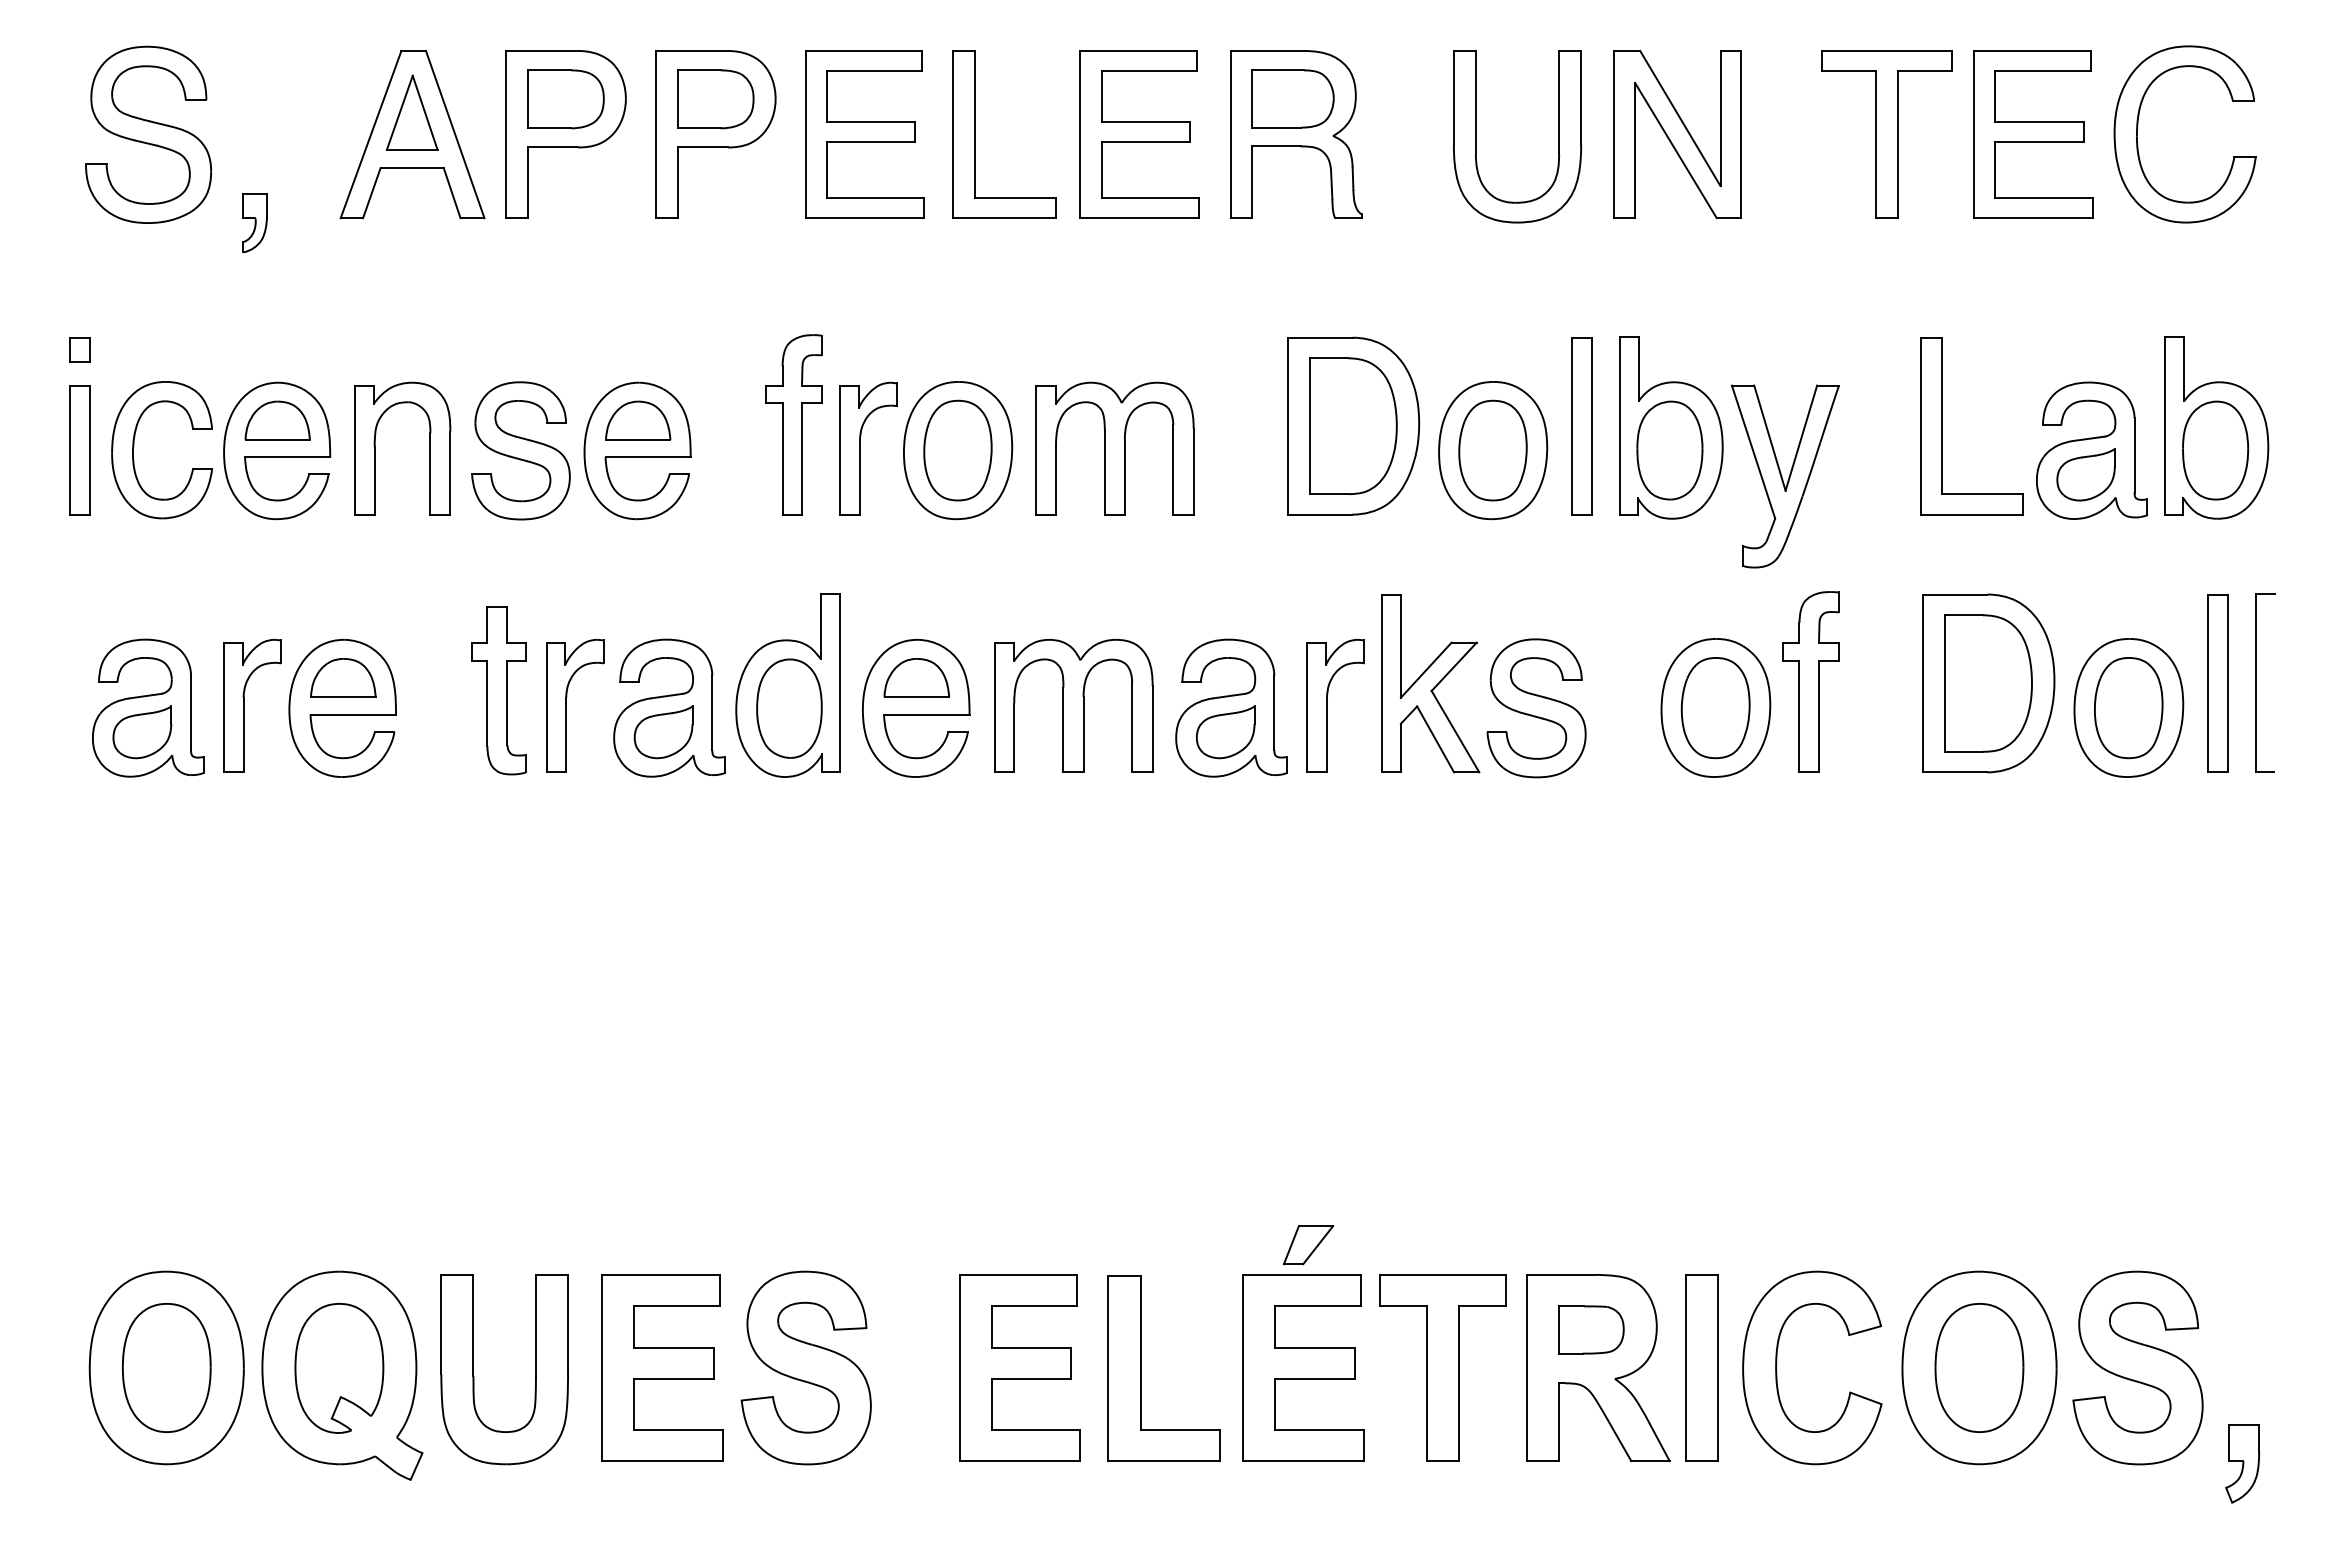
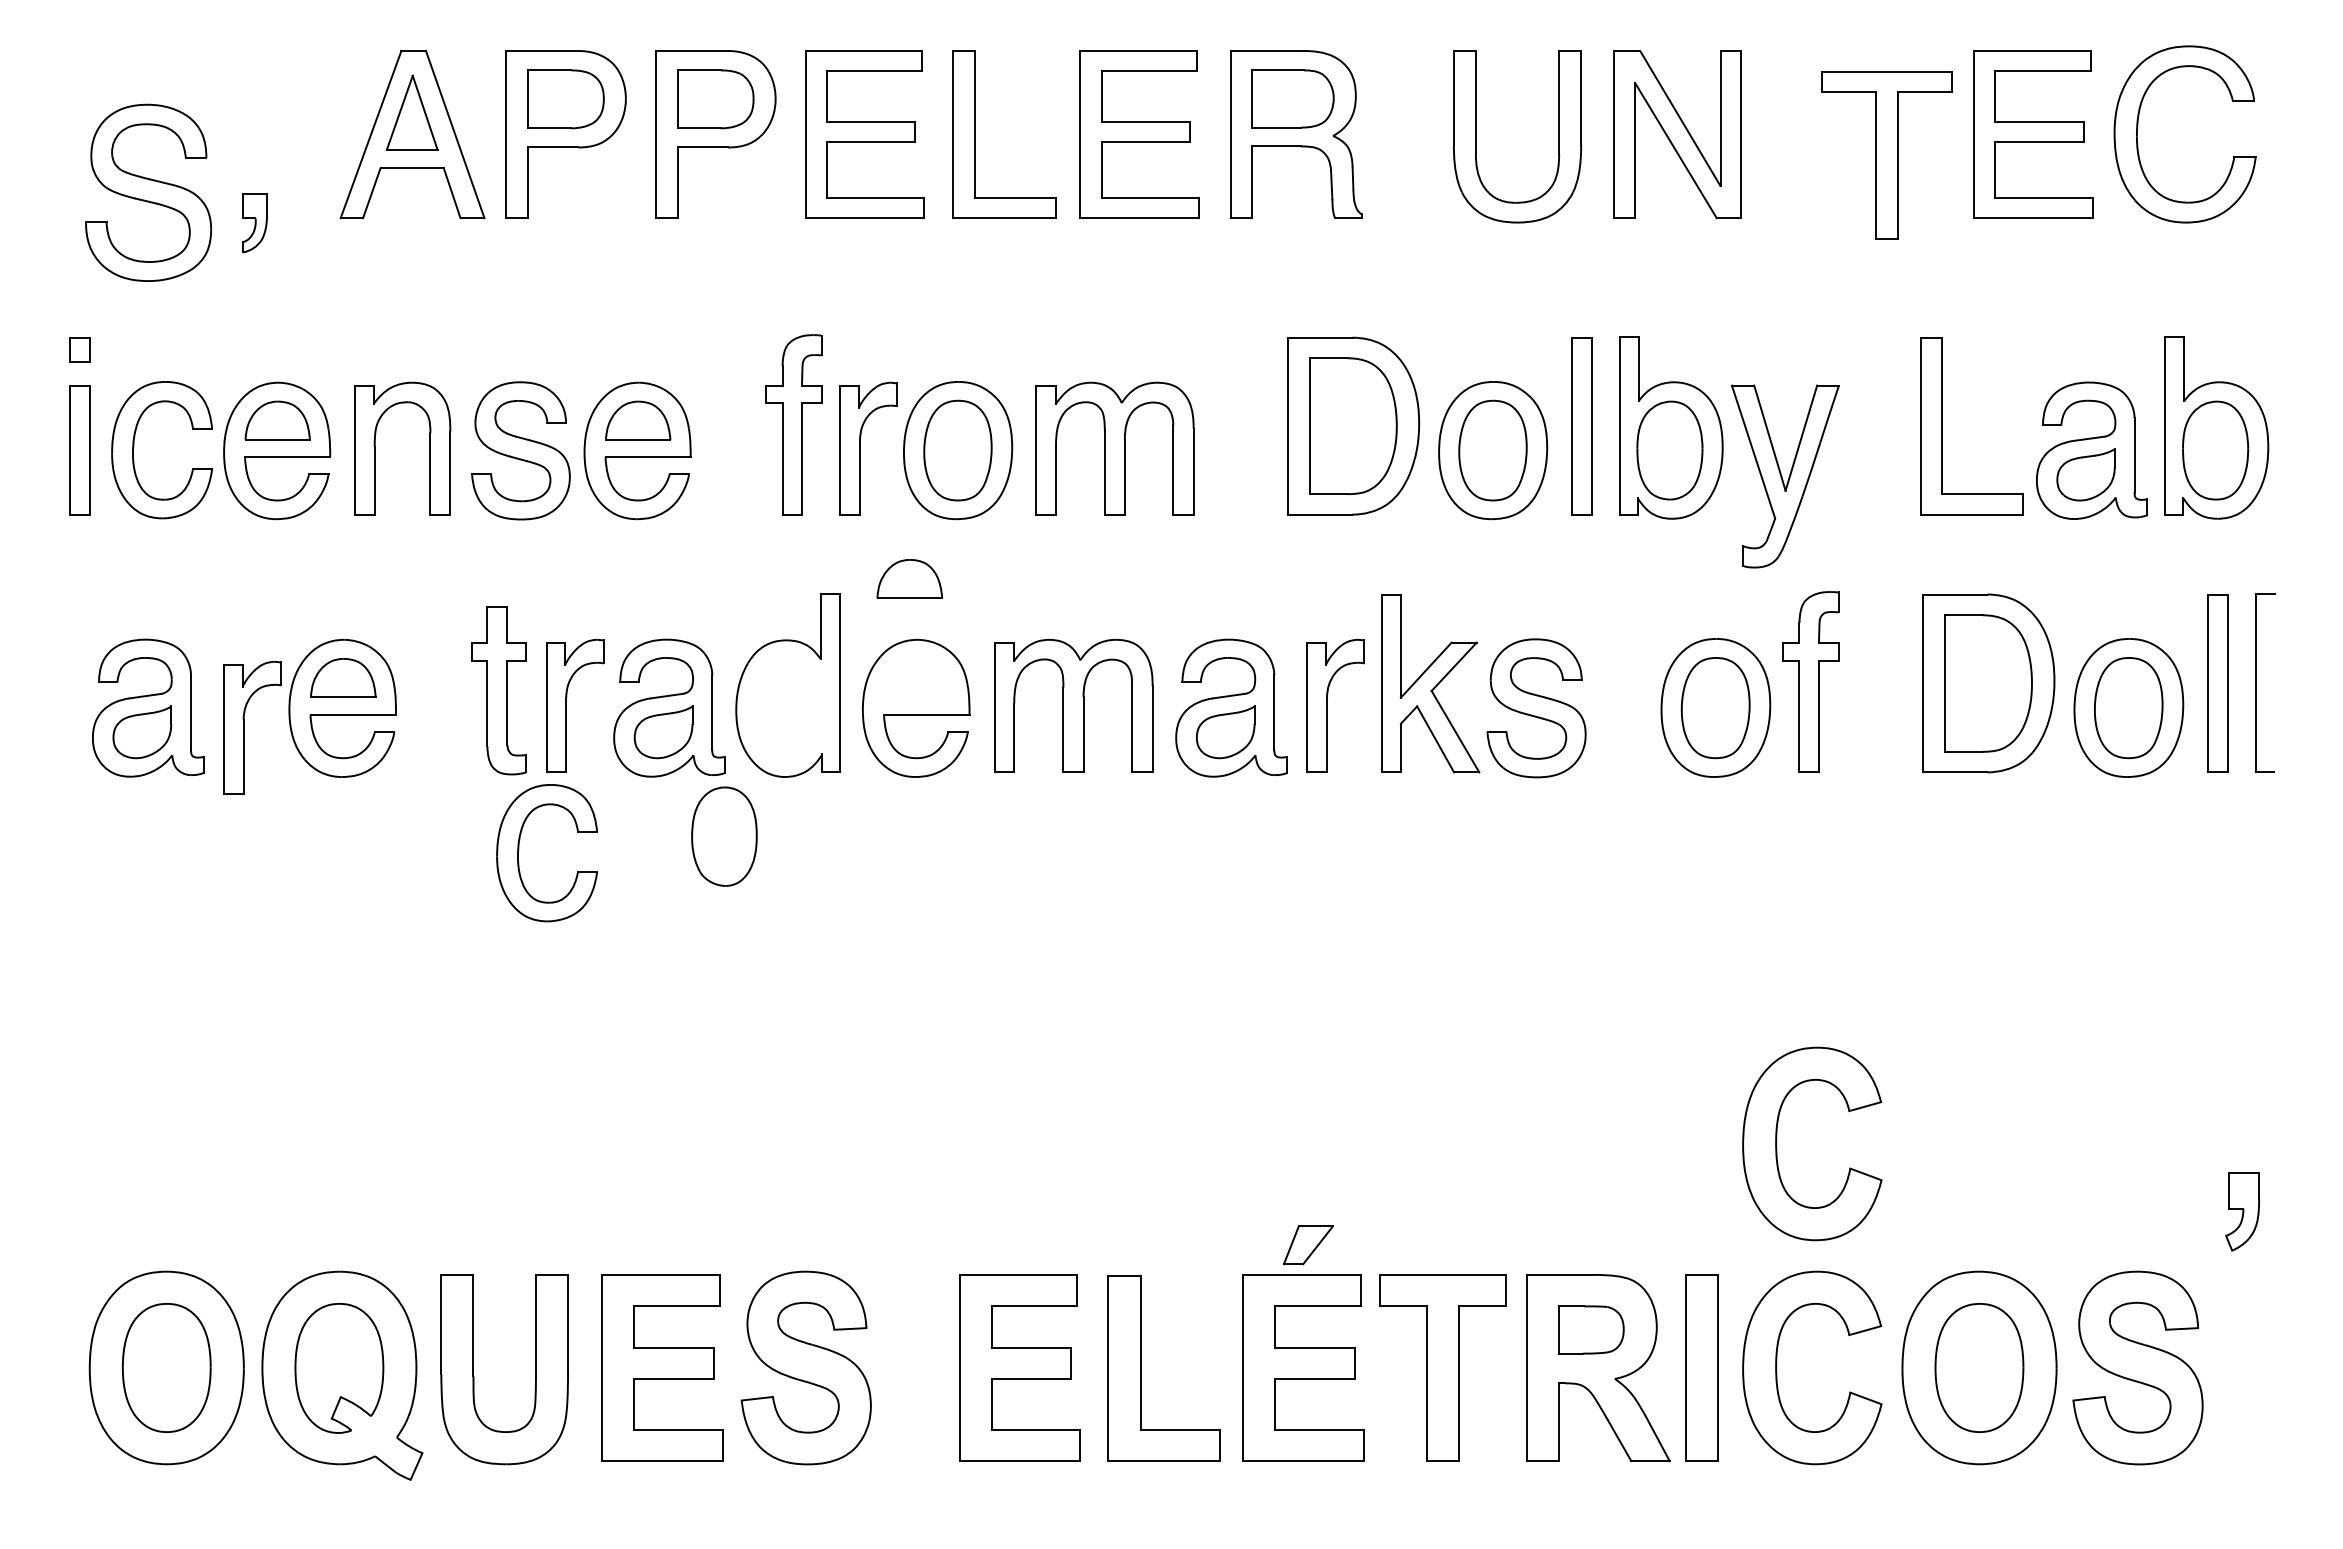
part at (148, 134) position: (148, 134) -> (148, 192)
part at (1886, 134) position: (1886, 134) -> (1886, 155)
part at (916, 677) position: (916, 677) -> (909, 578)
part at (244, 705) position: (244, 705) -> (244, 727)
part at (789, 708) position: (789, 708) -> (724, 836)
part at (519, 850): none -> present
part at (1777, 1139): none -> present
part at (2242, 1463) position: (2242, 1463) -> (2242, 1211)
